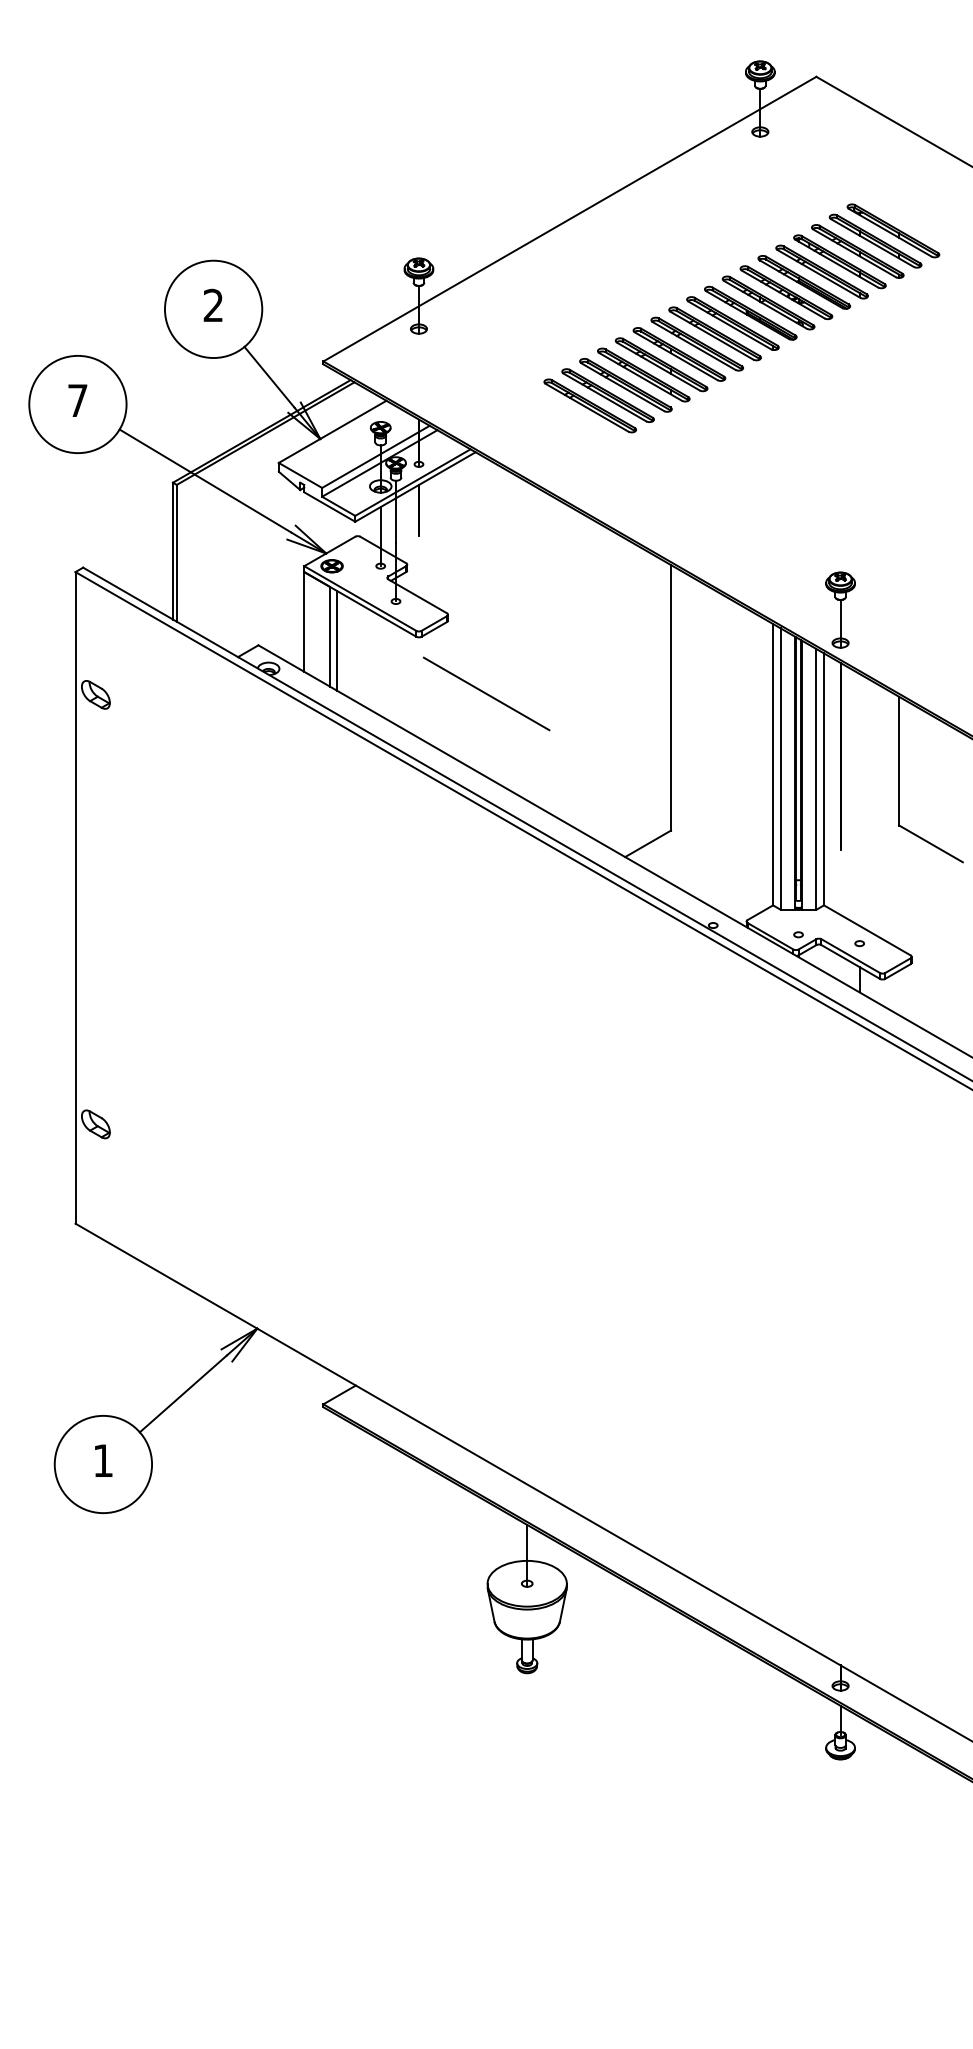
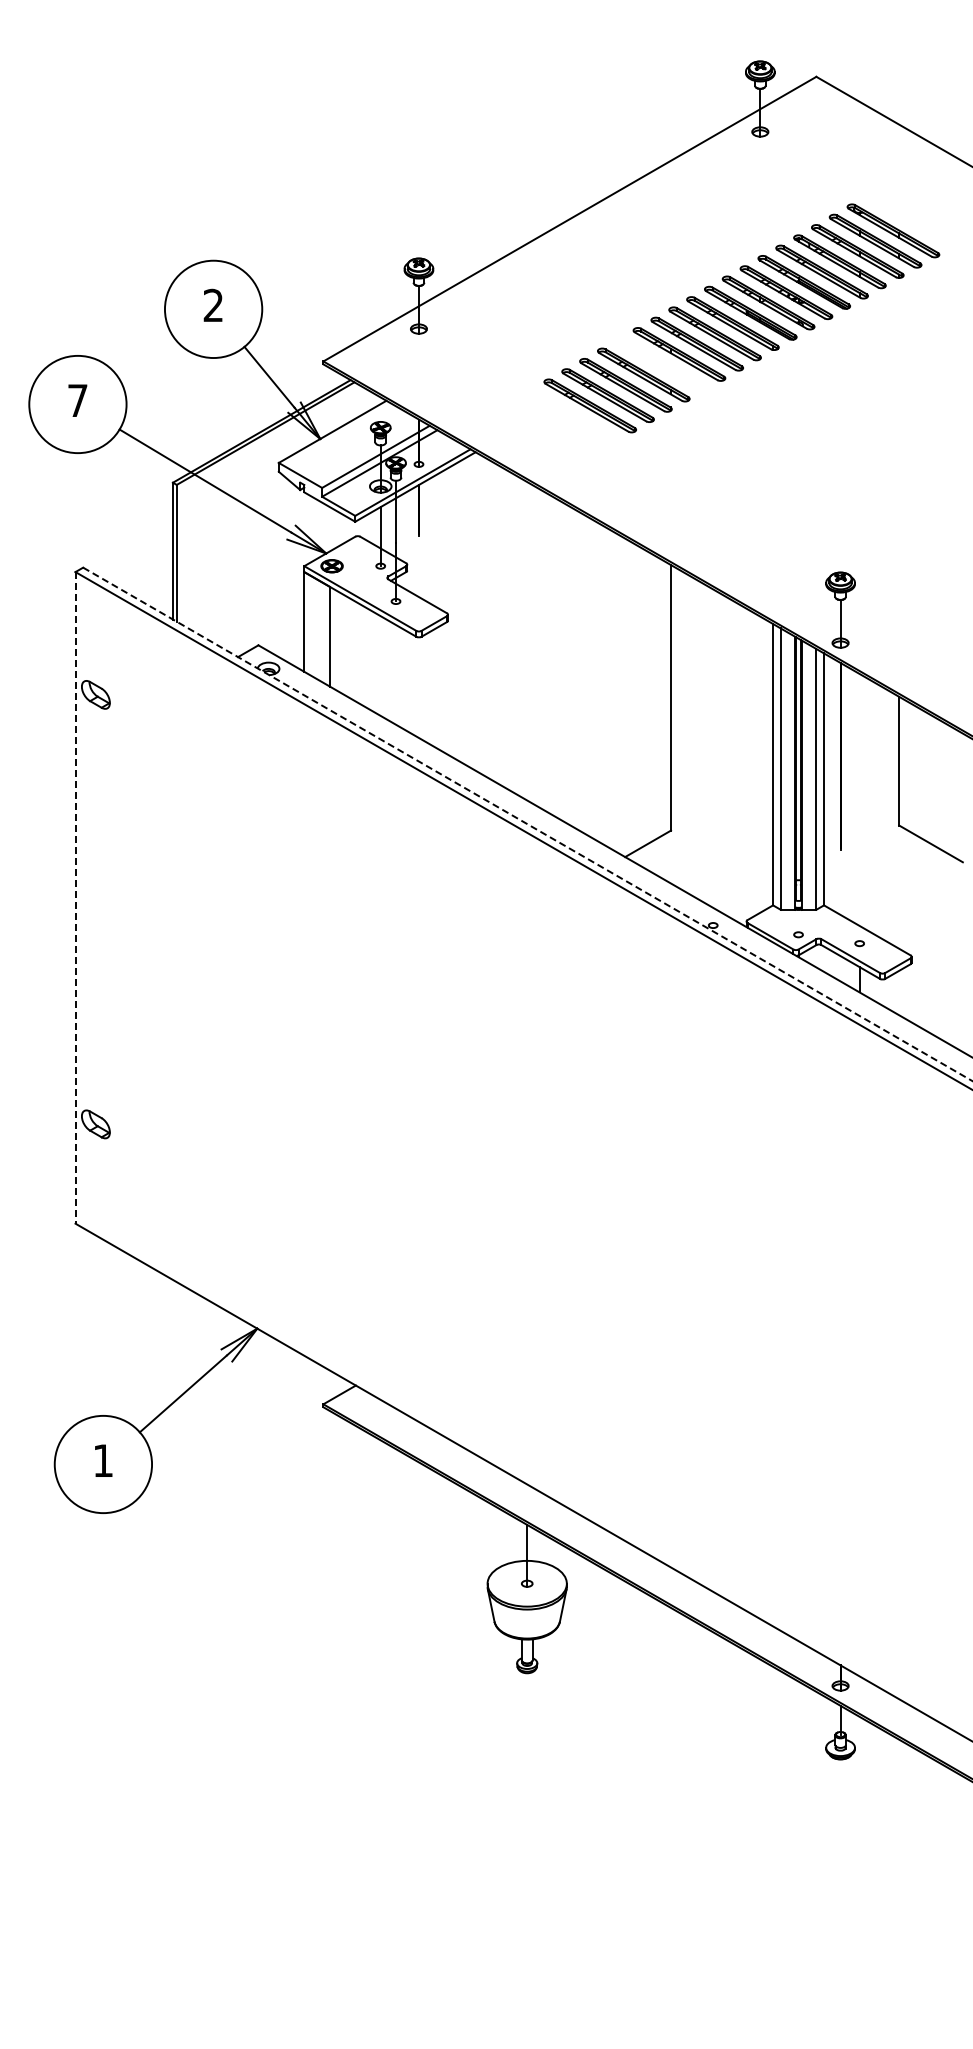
part at (661, 364): present -> none
line at (337, 640): present -> none
line at (486, 693): present -> none
line at (528, 824): solid -> dashed
line at (75, 897): solid -> dashed
